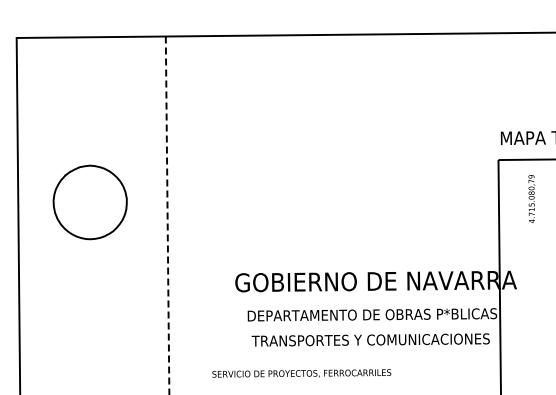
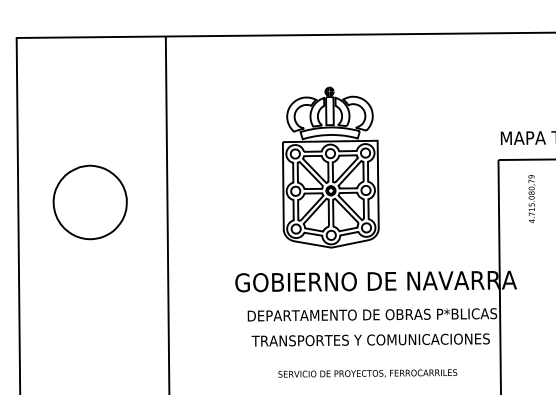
part at (330, 167): none -> present
line at (167, 215): dashed -> solid
text at (301, 373) position: (301, 373) -> (367, 373)
